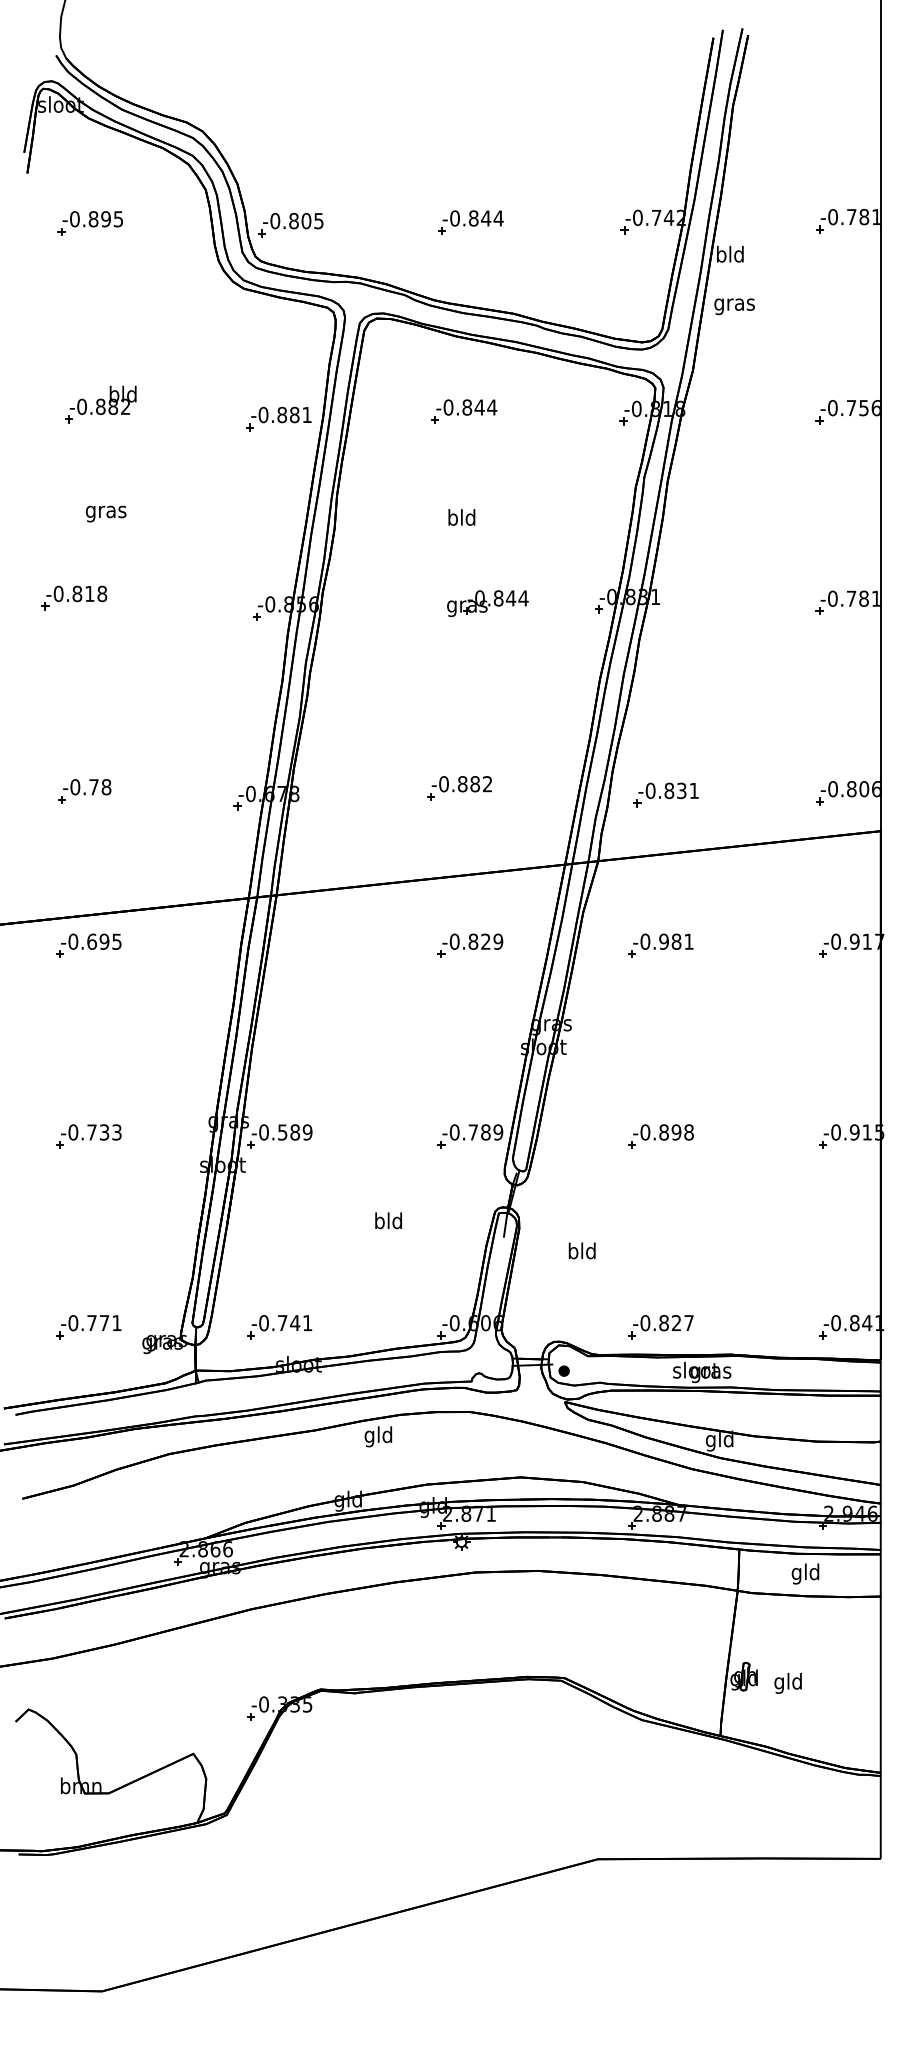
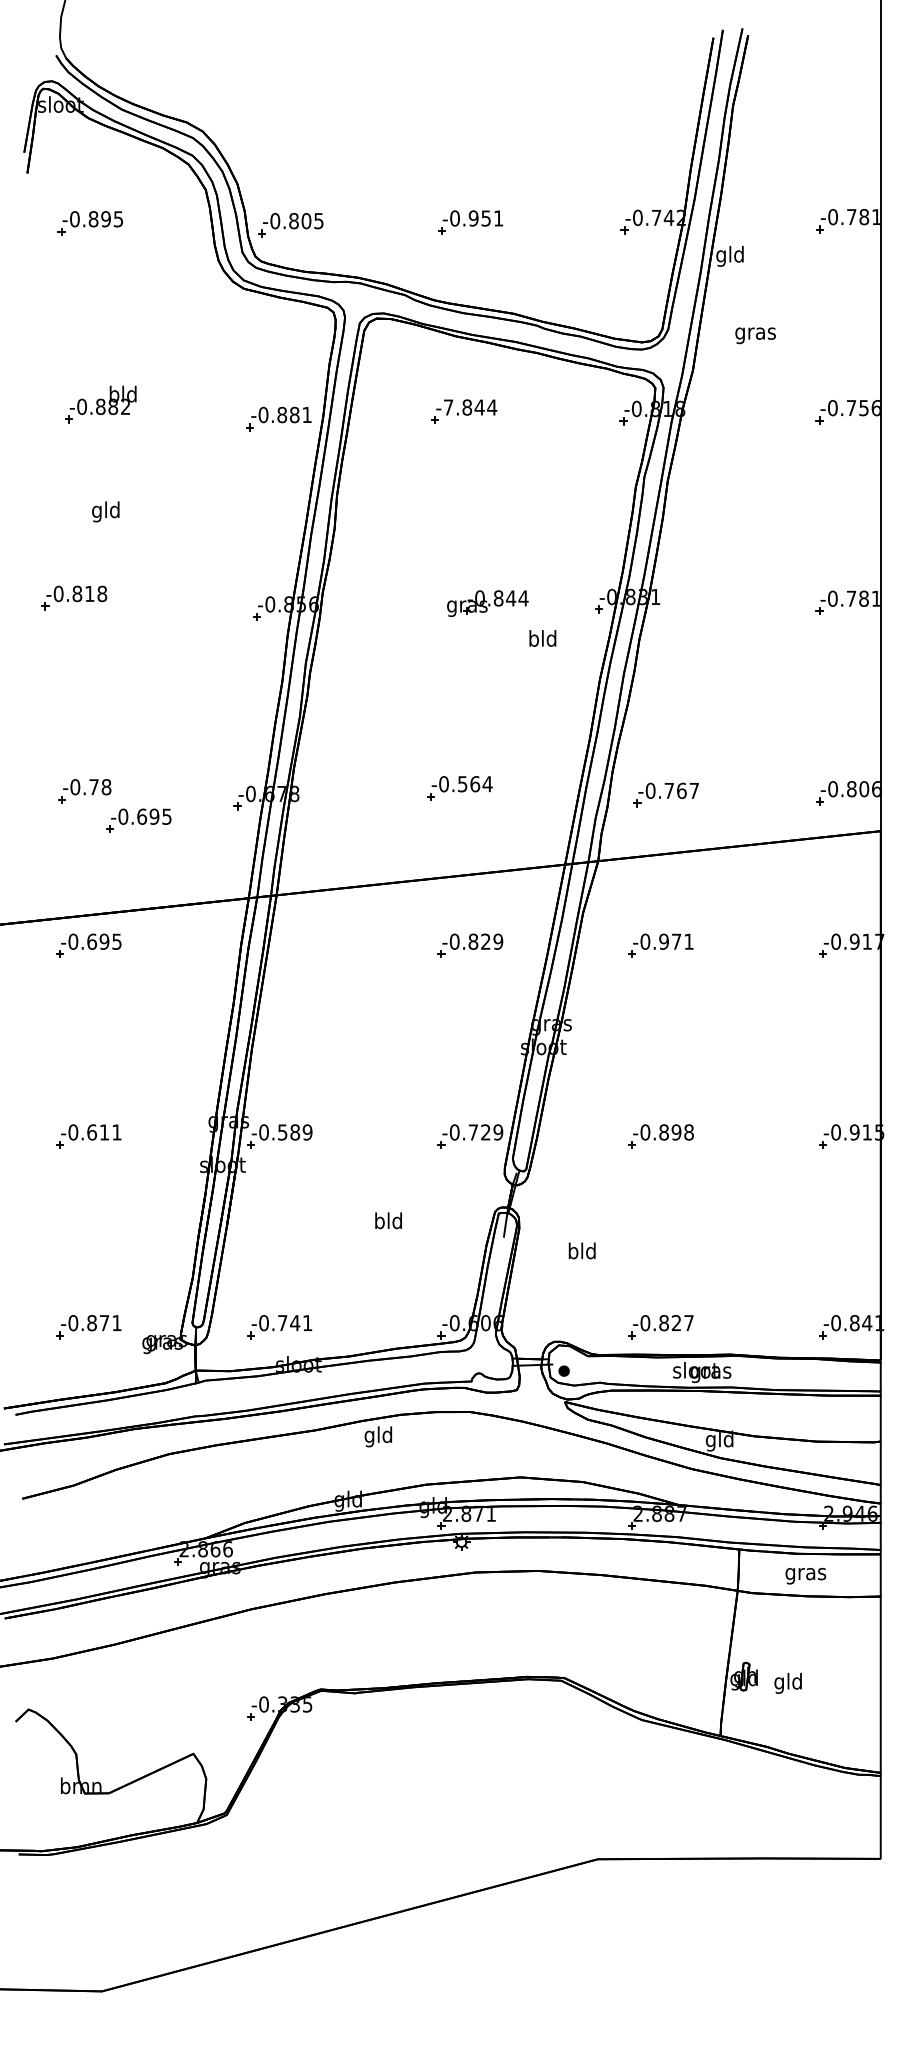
text at (485, 218): -0.844 -> -0.951
text at (721, 255): bld -> gld
text at (734, 306) position: (734, 306) -> (755, 335)
text at (448, 407): -0.844 -> -7.844
text at (105, 511): gras -> gld
text at (461, 517) position: (461, 517) -> (542, 638)
text at (475, 784): -0.882 -> -0.564
text at (681, 790): -0.831 -> -0.767
part at (138, 820): none -> present
text at (676, 941): -0.981 -> -0.971
text at (104, 1132): -0.733 -> -0.611
text at (485, 1132): -0.789 -> -0.729
text at (91, 1323): -0.771 -> -0.871
text at (805, 1573): gld -> gras
